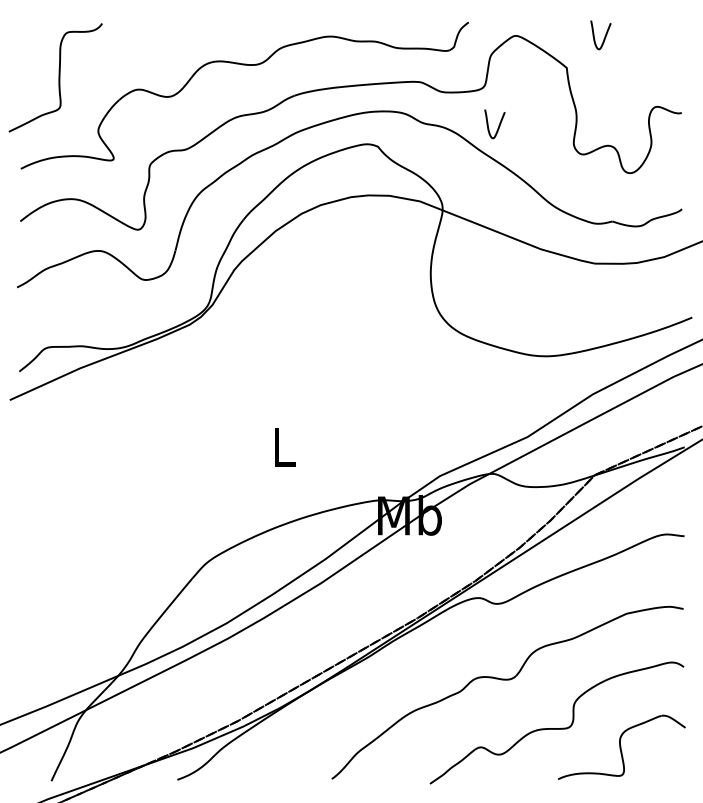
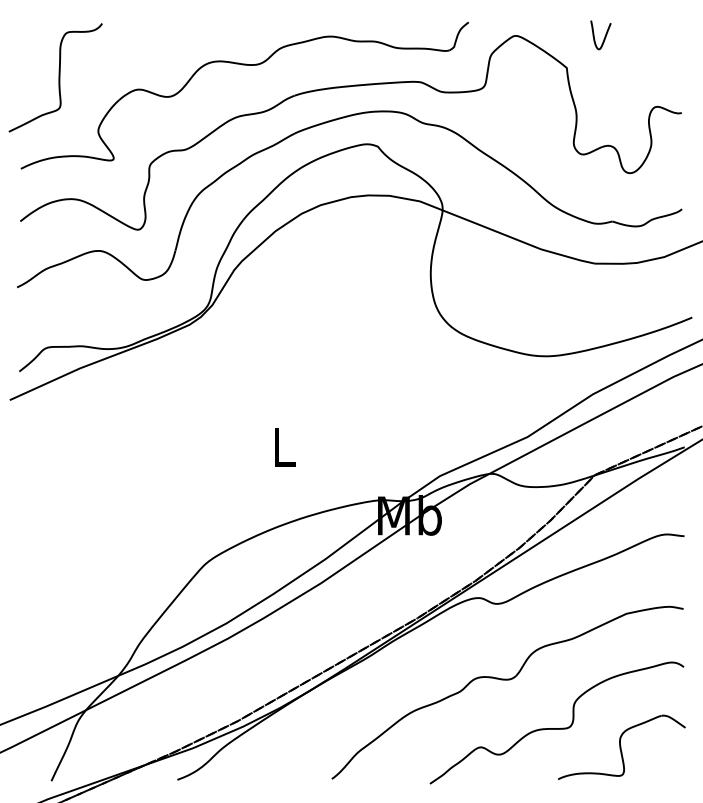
curve at (498, 125): present -> none
